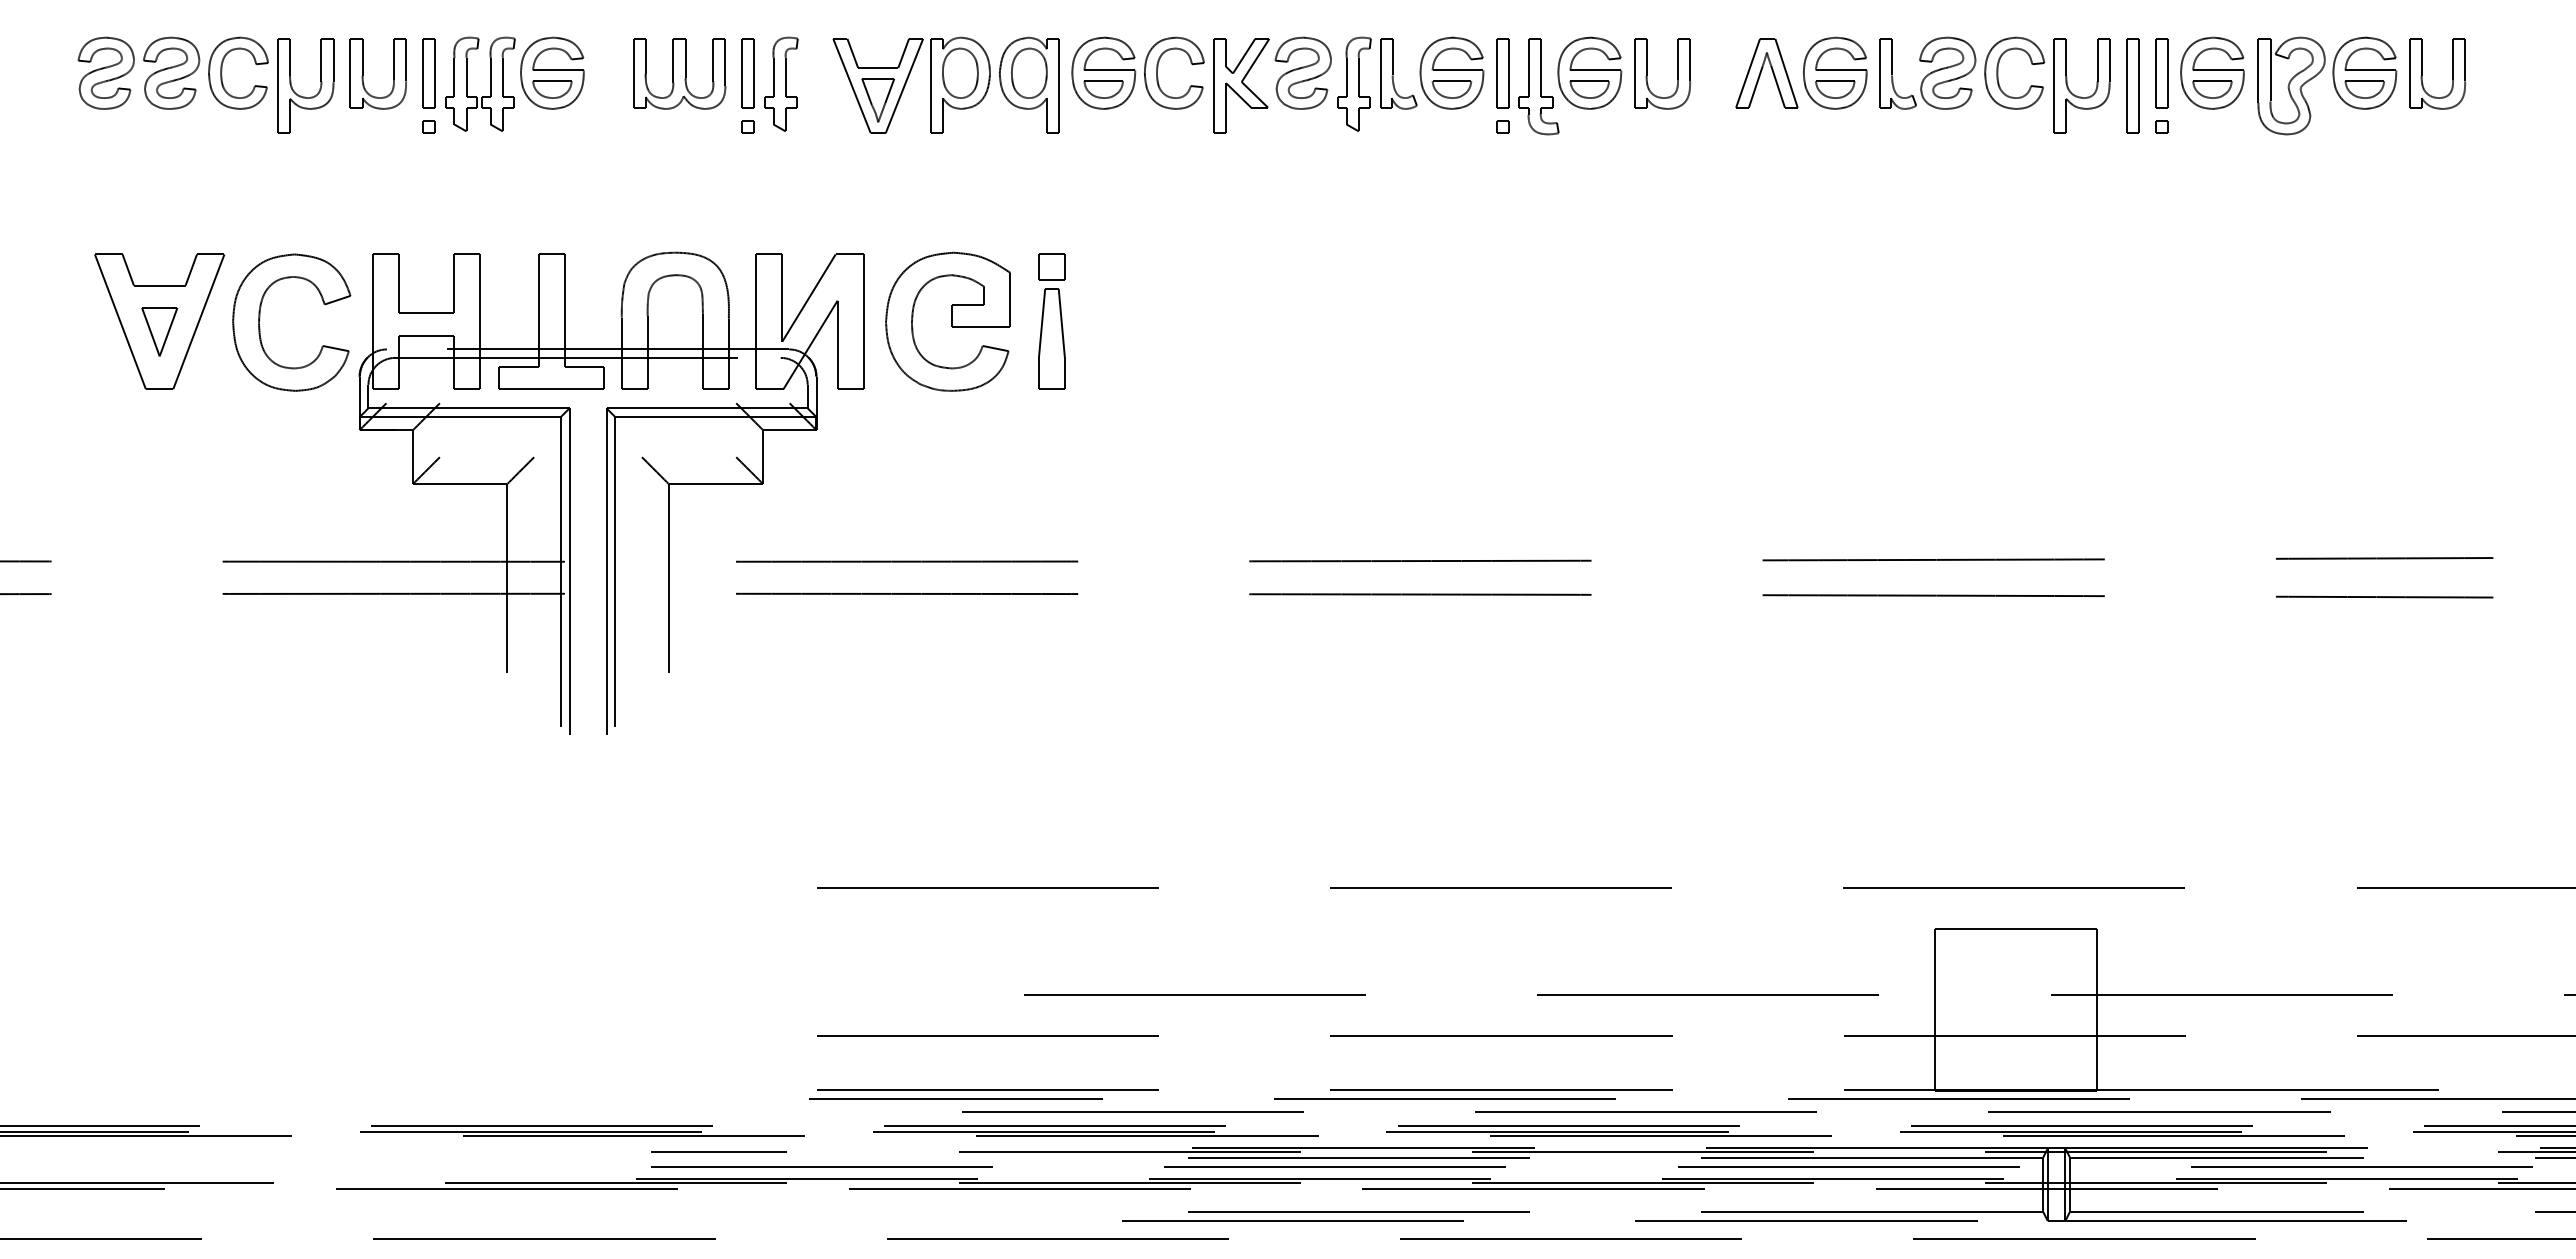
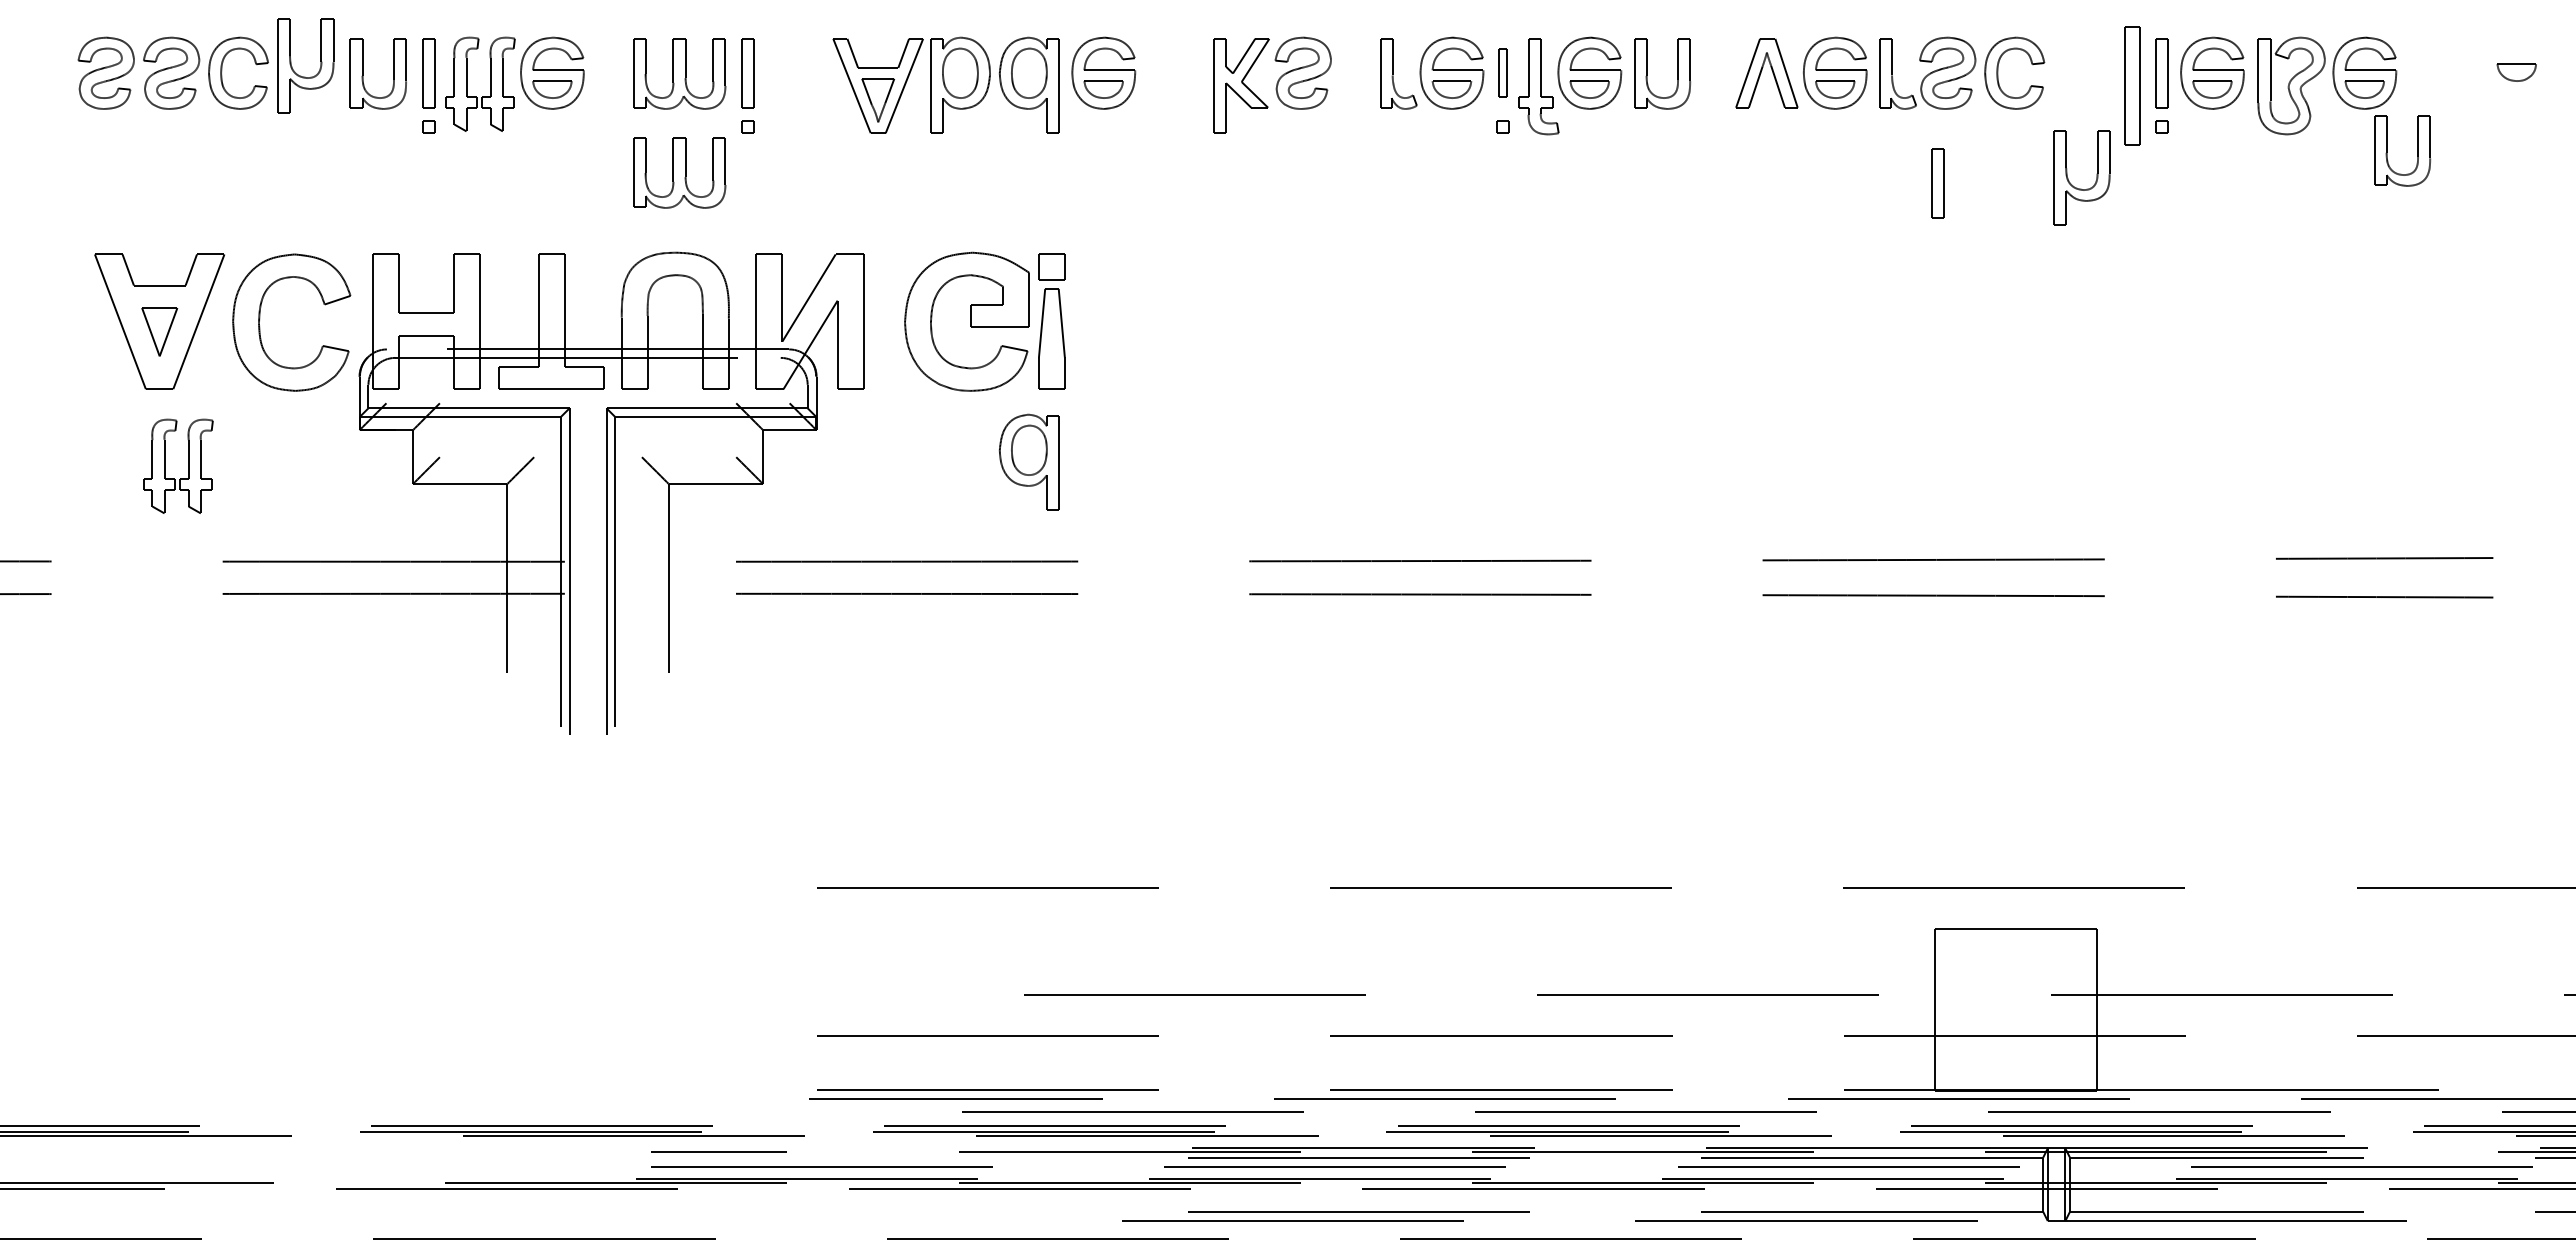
part at (1158, 68): present -> none
part at (2516, 72): none -> present
part at (1502, 73) size: 14x71 px -> 10x50 px
part at (2422, 73) position: (2422, 73) -> (2387, 150)
part at (781, 83): present -> none
part at (1354, 83): present -> none
part at (2132, 85) size: 14x96 px -> 17x120 px
part at (2077, 95) position: (2077, 95) -> (2077, 187)
part at (305, 96) position: (305, 96) -> (305, 76)
part at (679, 172): none -> present
part at (1937, 183): none -> present
part at (947, 321) position: (947, 321) -> (966, 321)
part at (1028, 461): none -> present
part at (188, 465): none -> present
